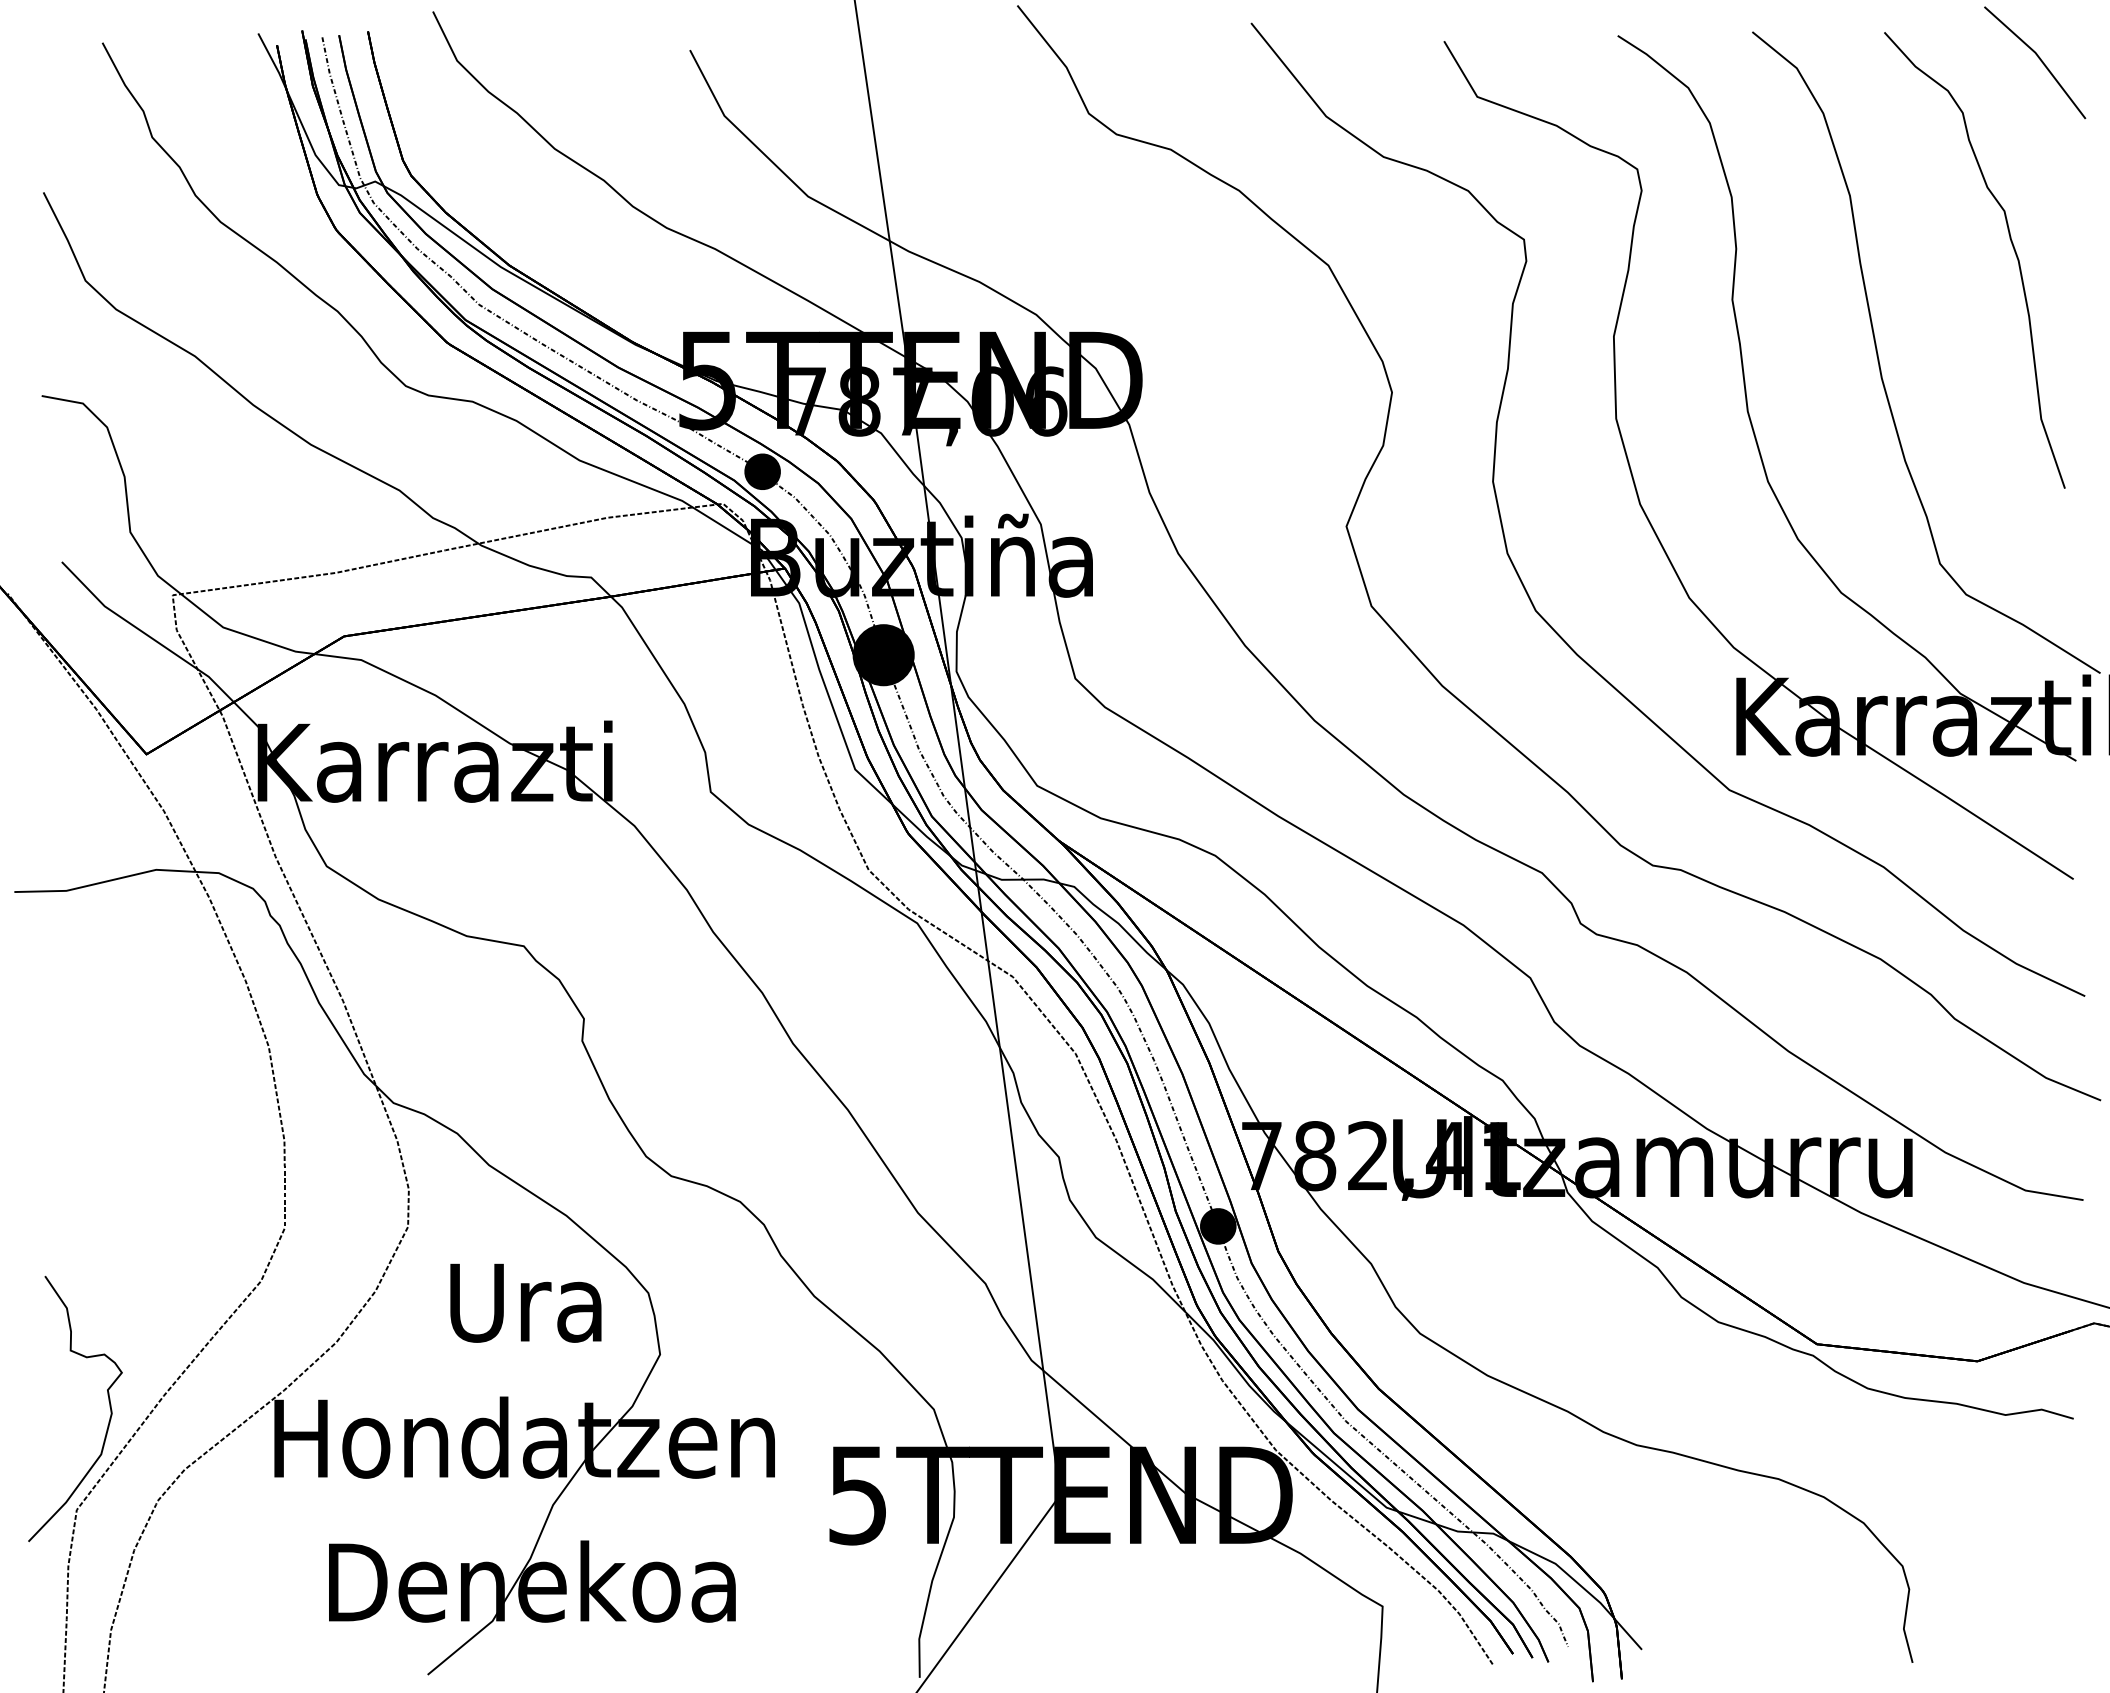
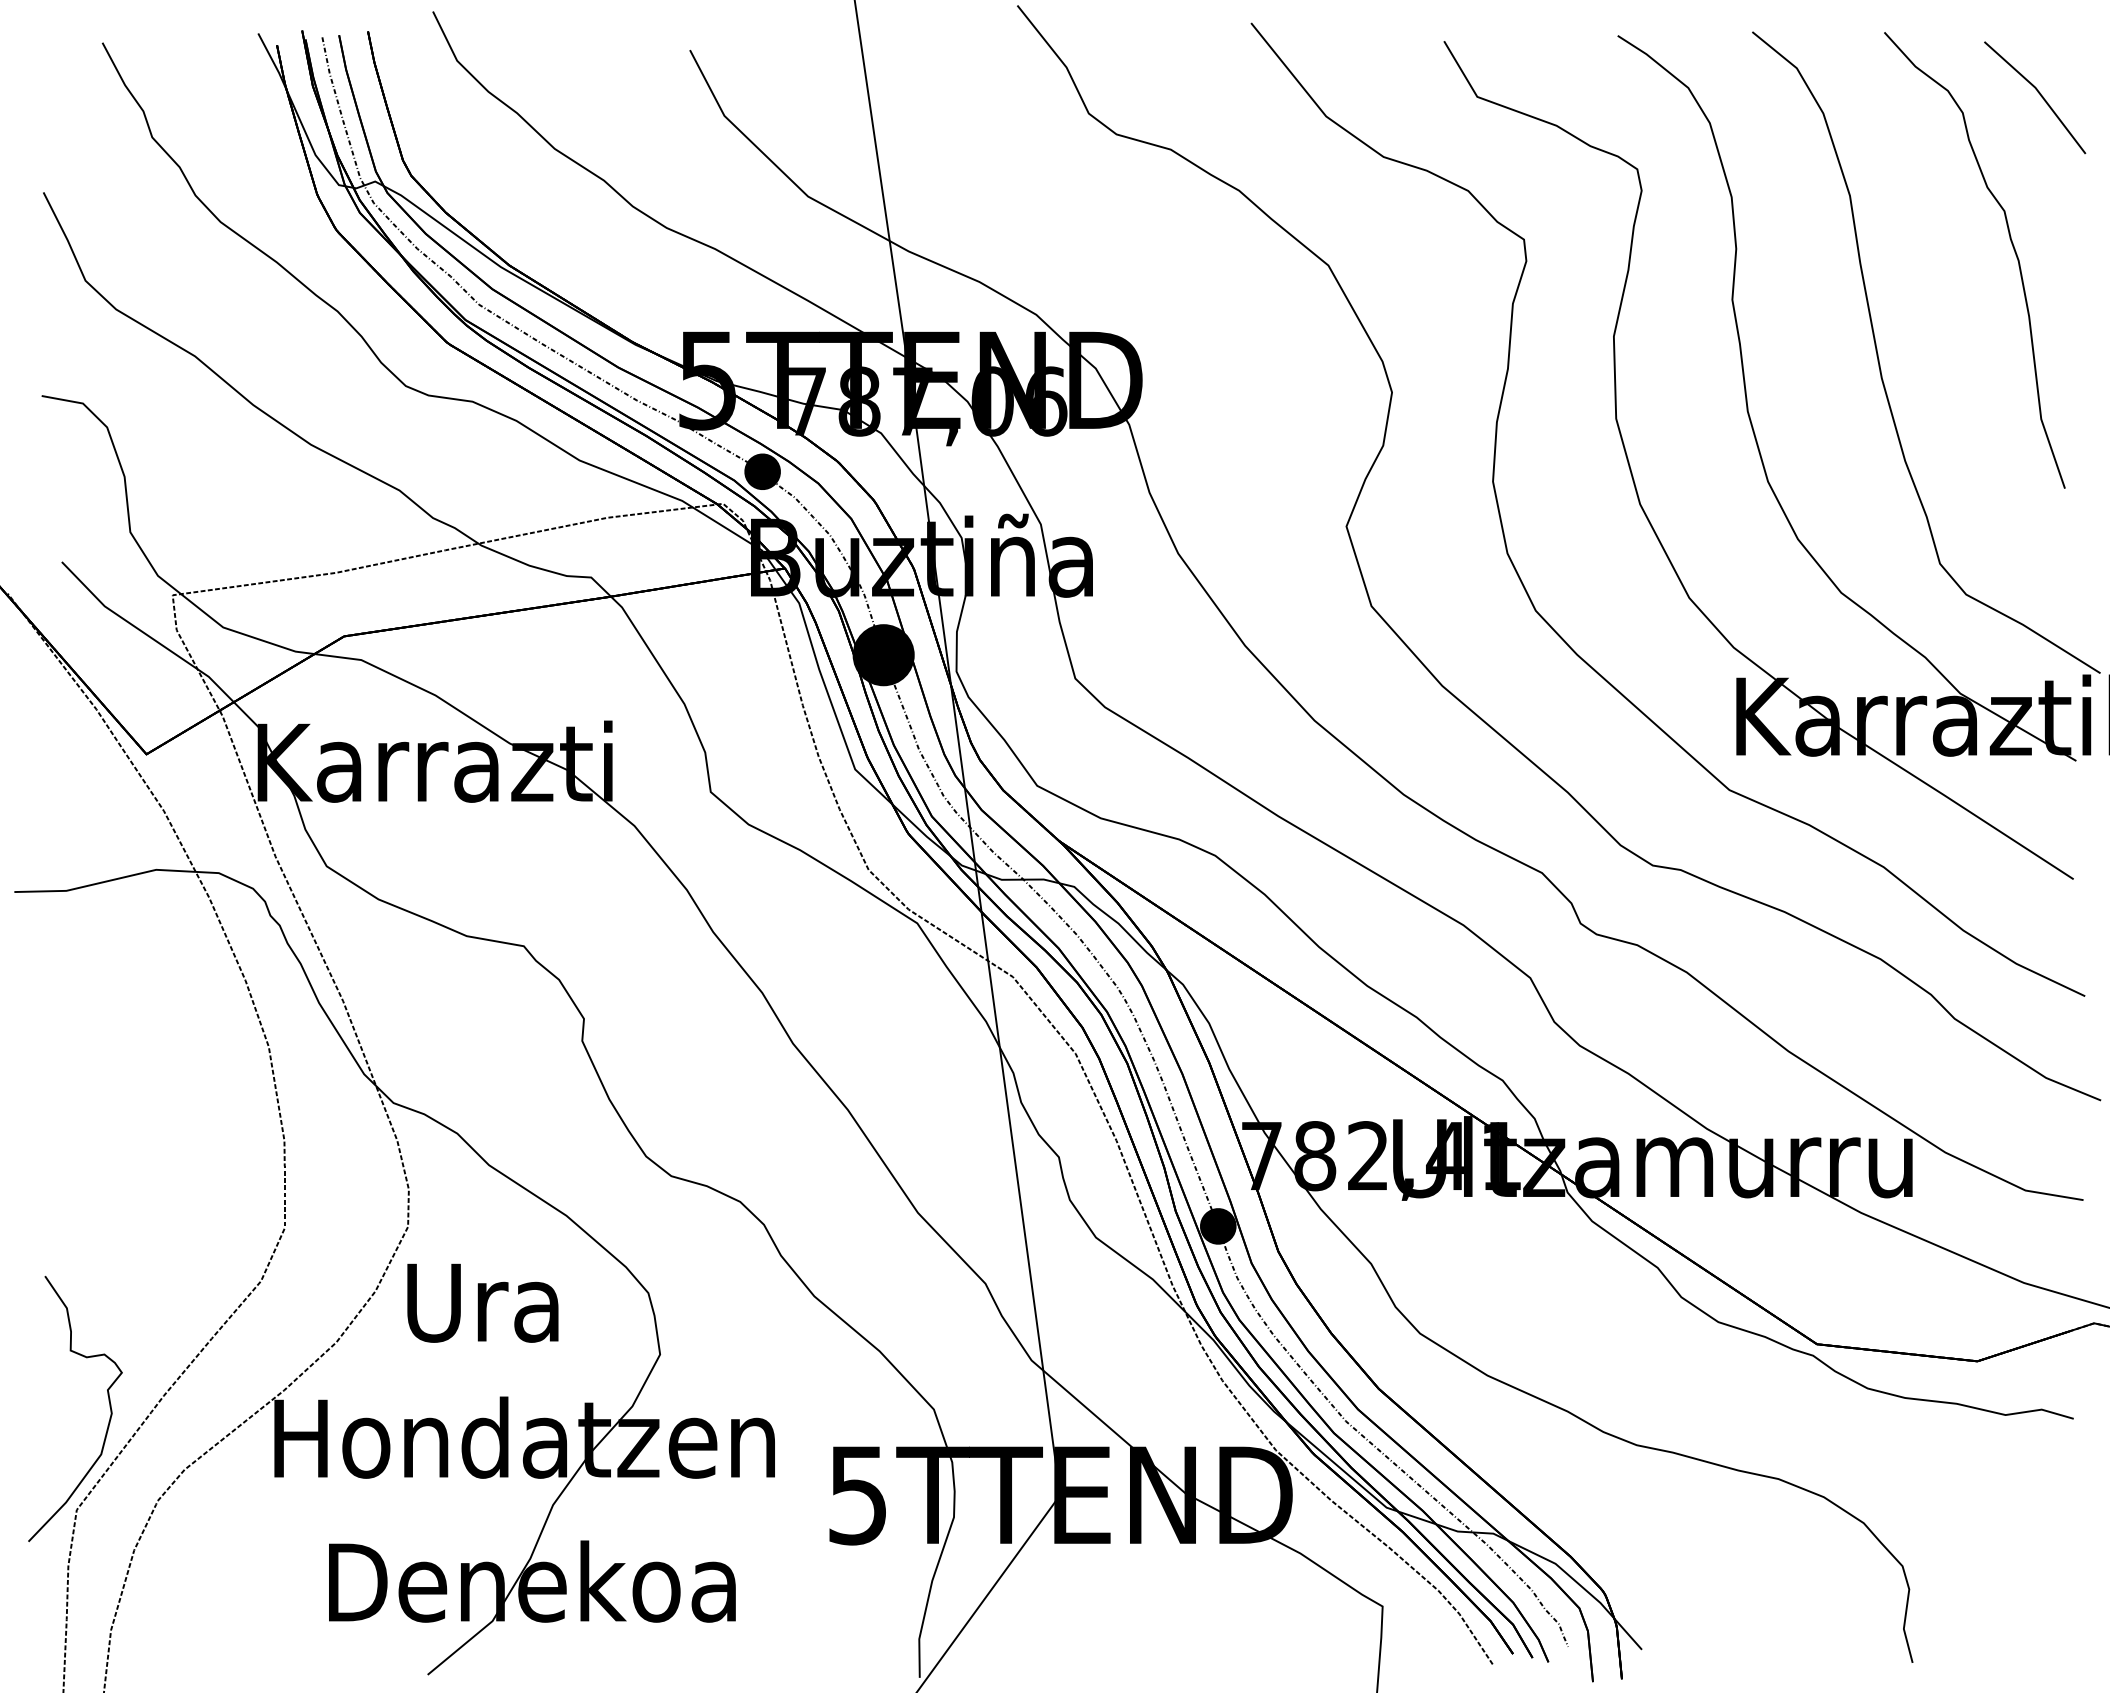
line at (2038, 58) position: (2038, 58) -> (2038, 93)
text at (525, 1302) position: (525, 1302) -> (482, 1302)
